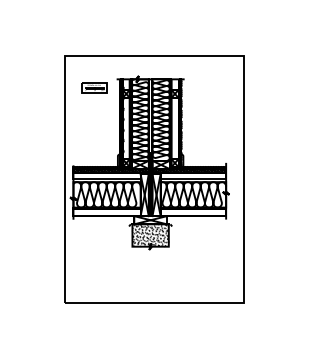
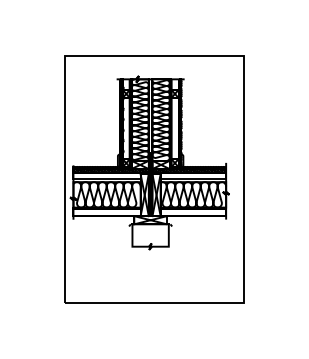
part at (94, 87): present -> none
hatch at (150, 235): present -> none
